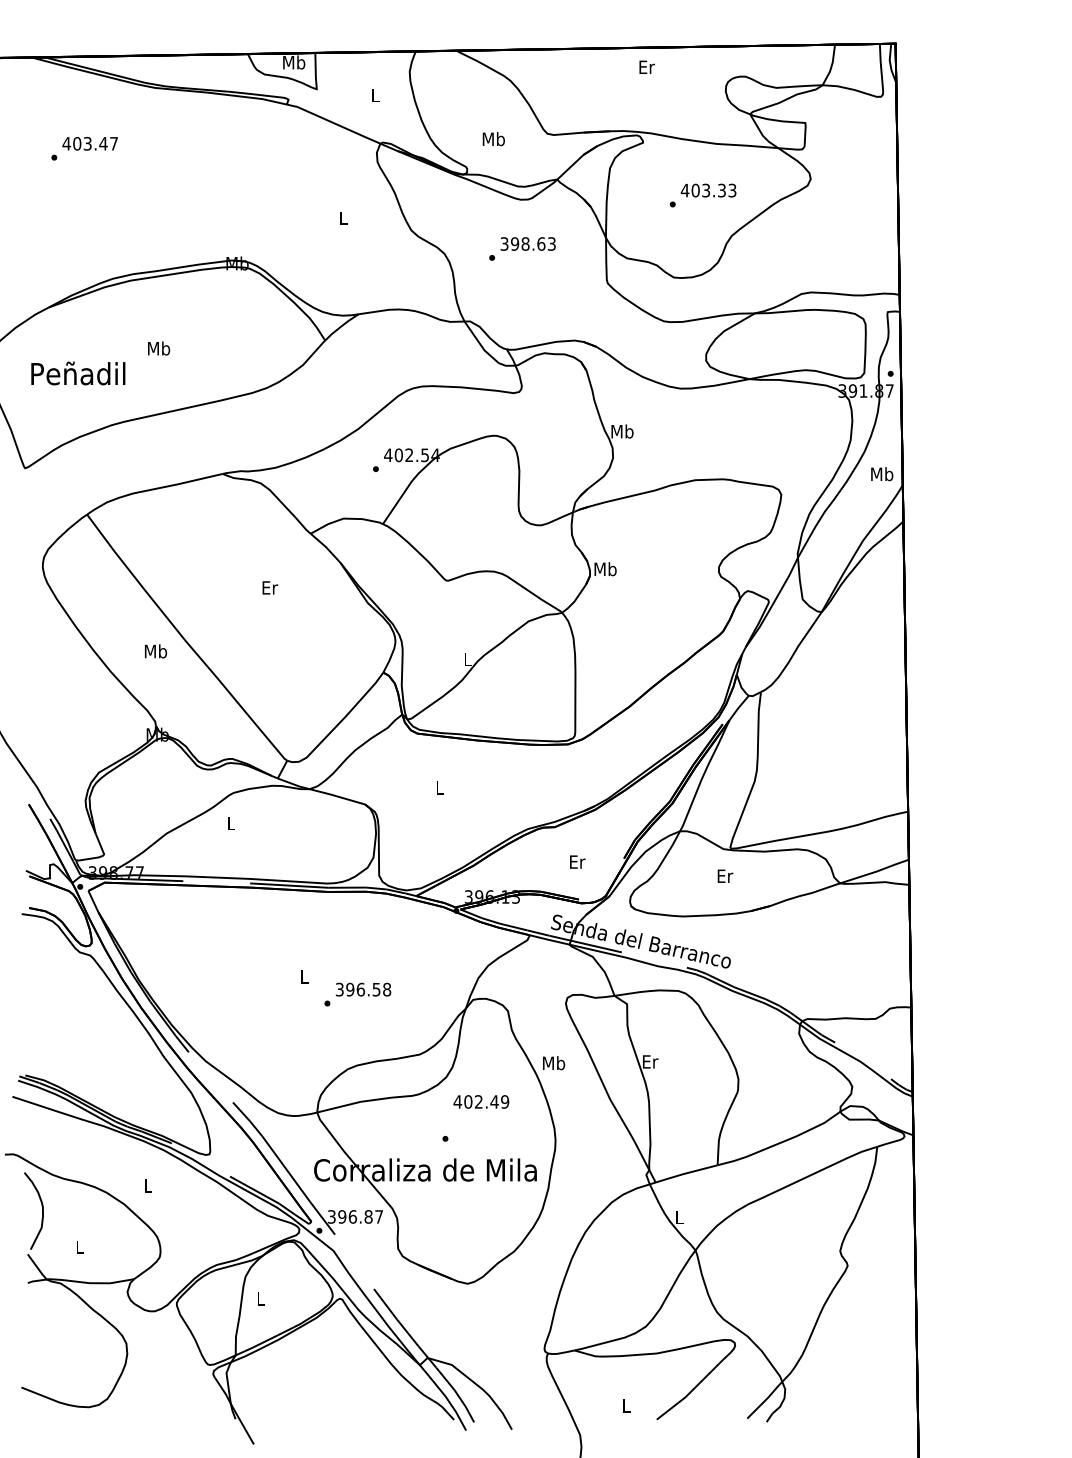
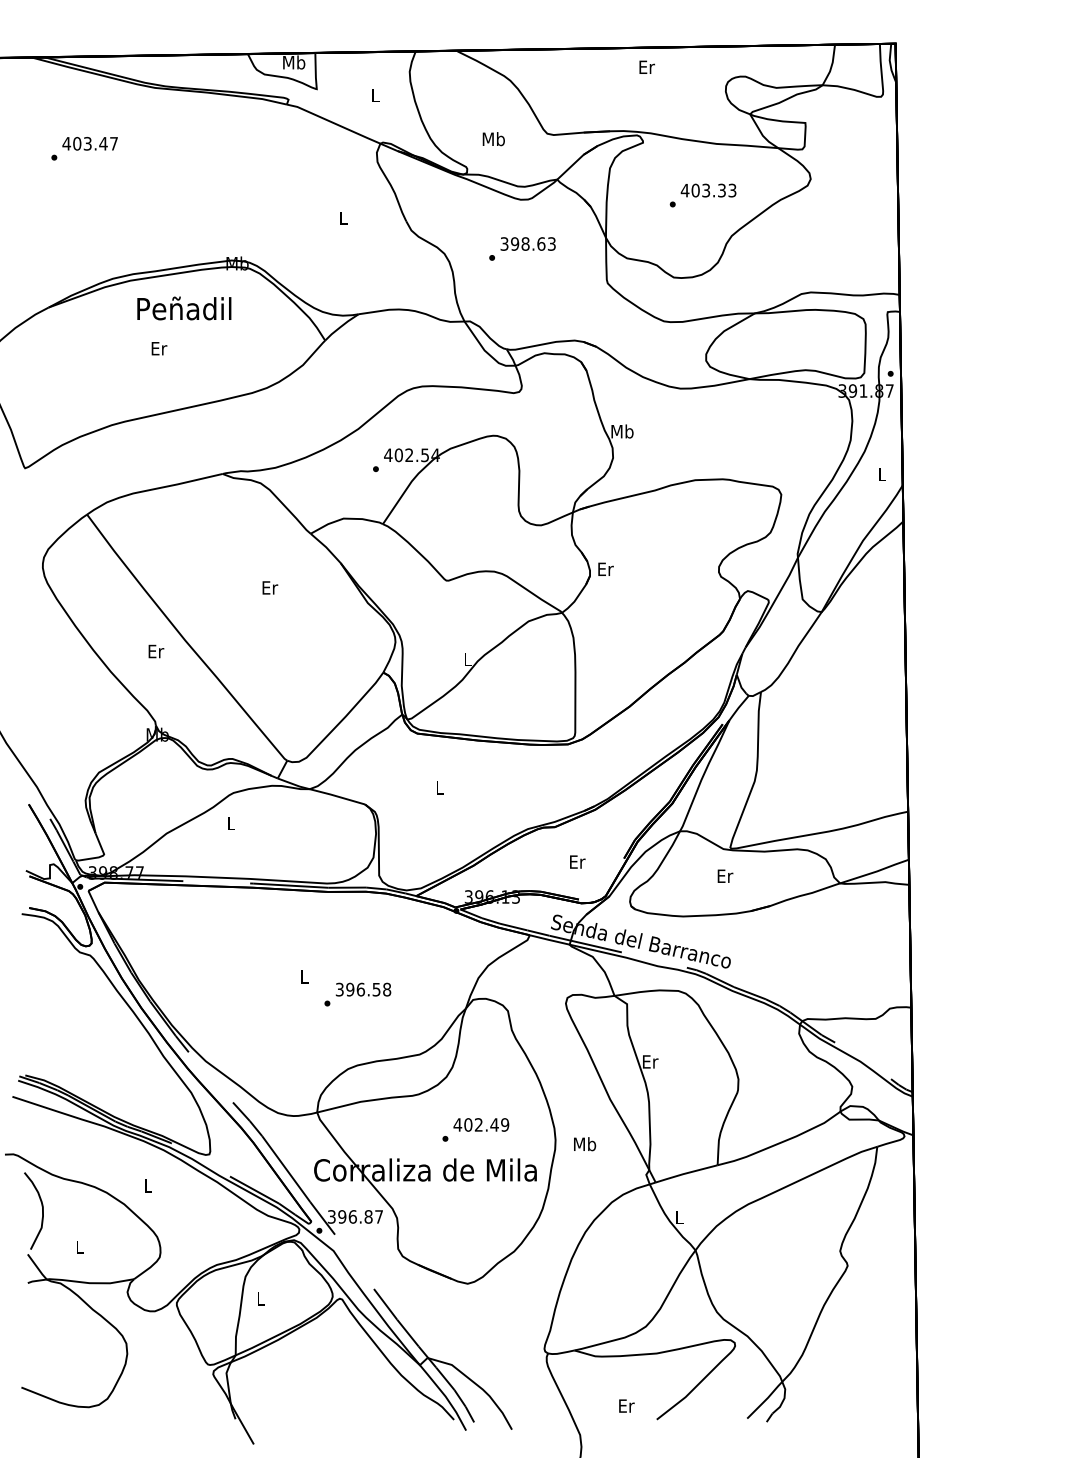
text at (159, 348): Mb -> Er
text at (78, 373) position: (78, 373) -> (184, 308)
text at (882, 474): Mb -> L
text at (605, 569): Mb -> Er
text at (155, 651): Mb -> Er
text at (554, 1063) position: (554, 1063) -> (585, 1144)
text at (481, 1101) position: (481, 1101) -> (481, 1124)
text at (626, 1405): L -> Er
